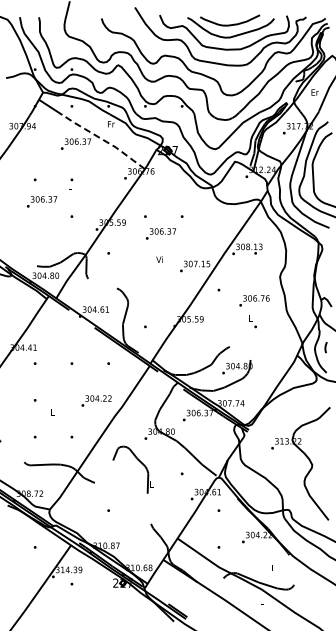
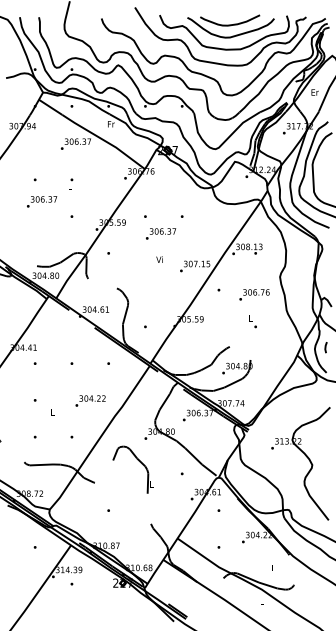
line at (104, 140): dashed -> solid
text at (254, 300) position: (254, 300) -> (254, 294)
text at (96, 400) position: (96, 400) -> (90, 400)
